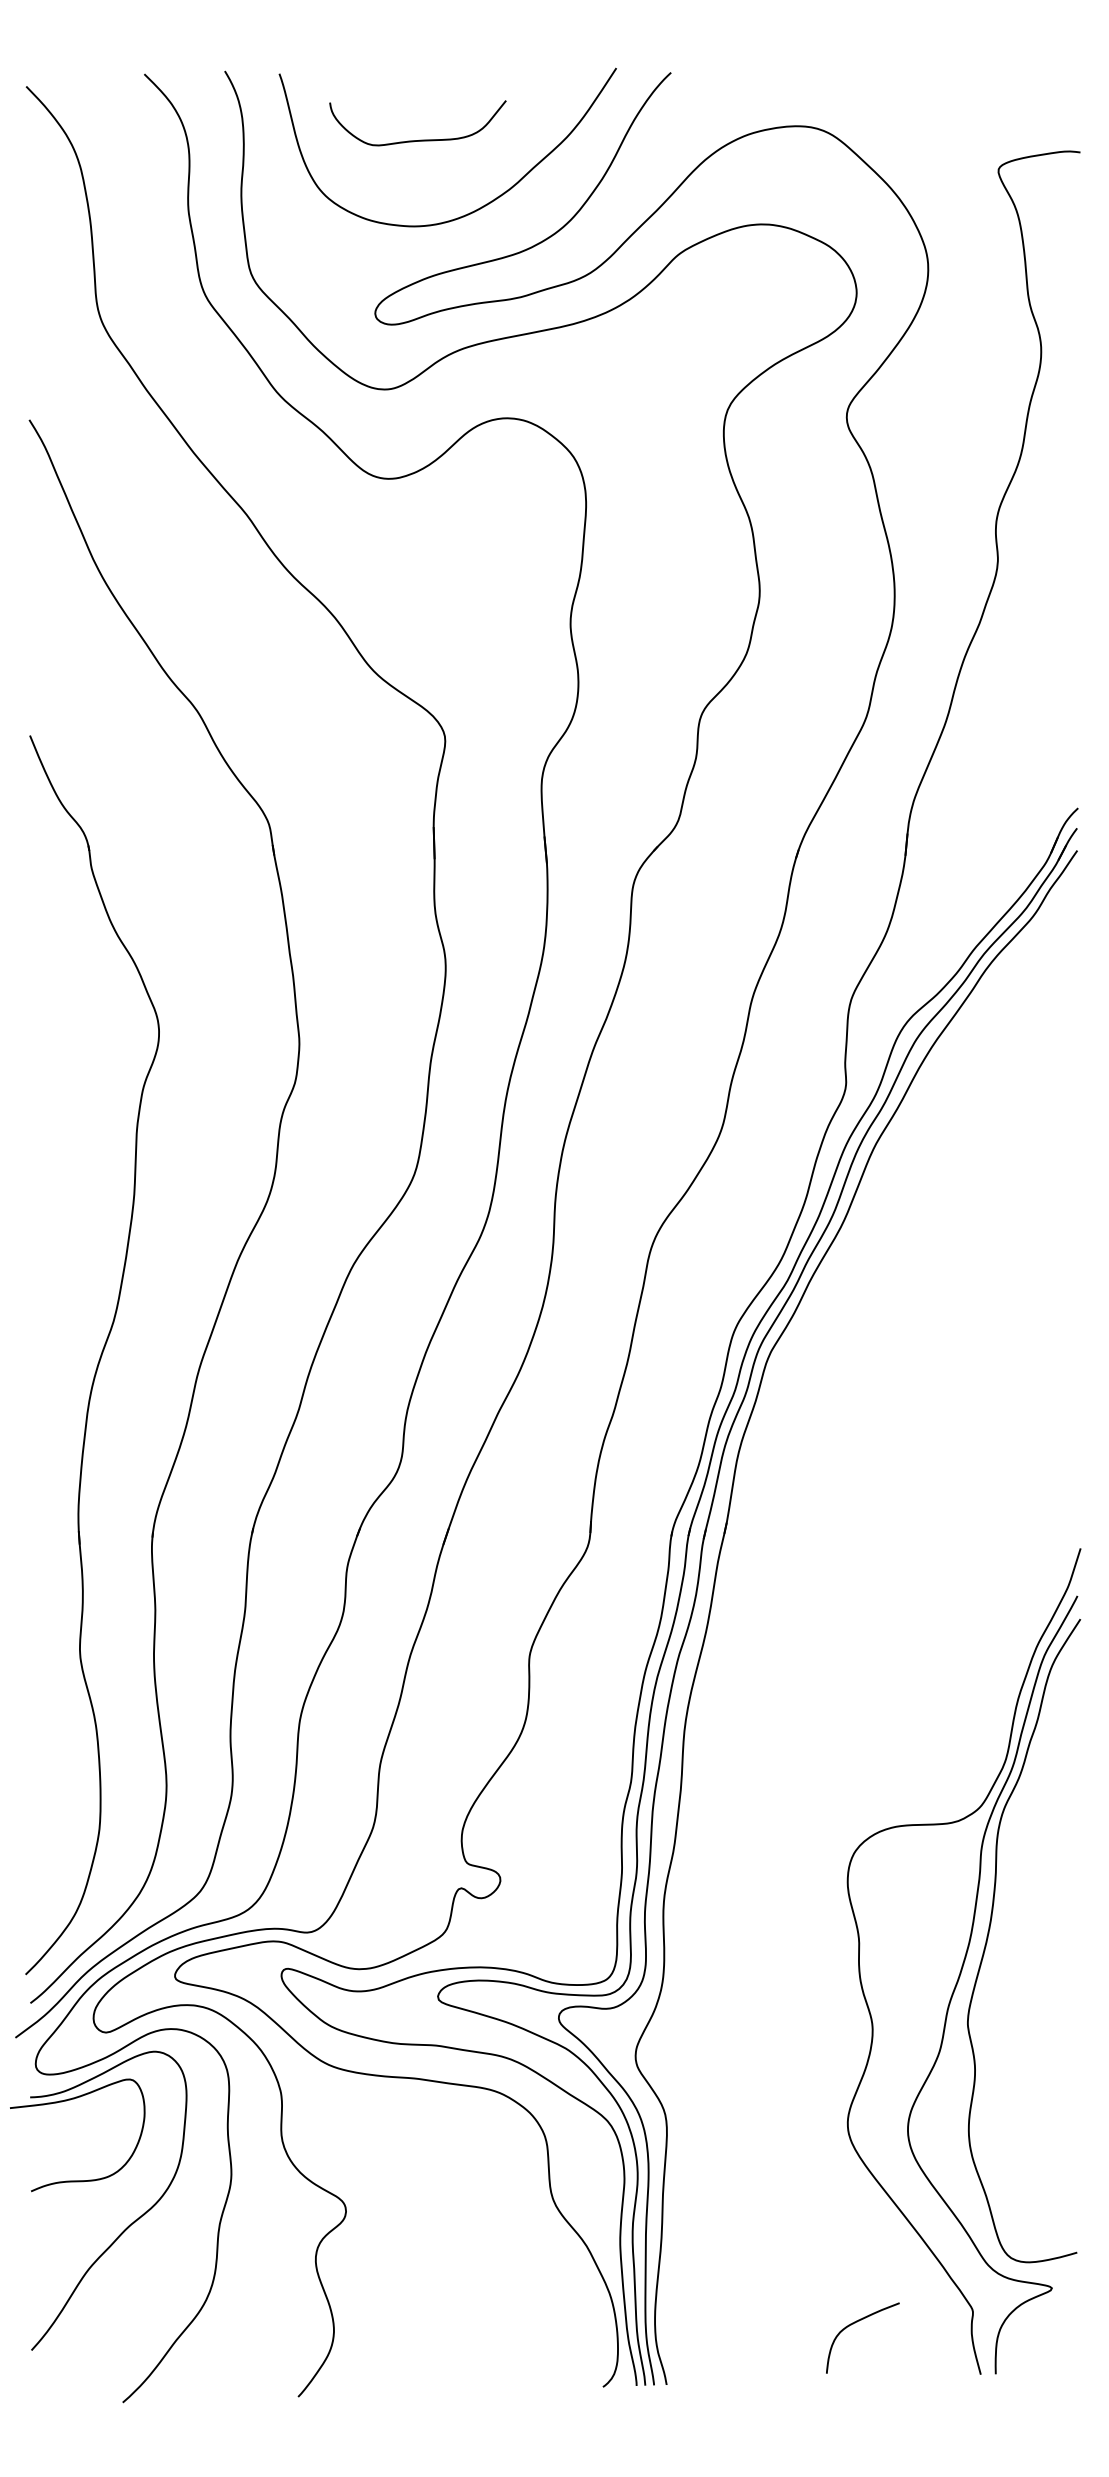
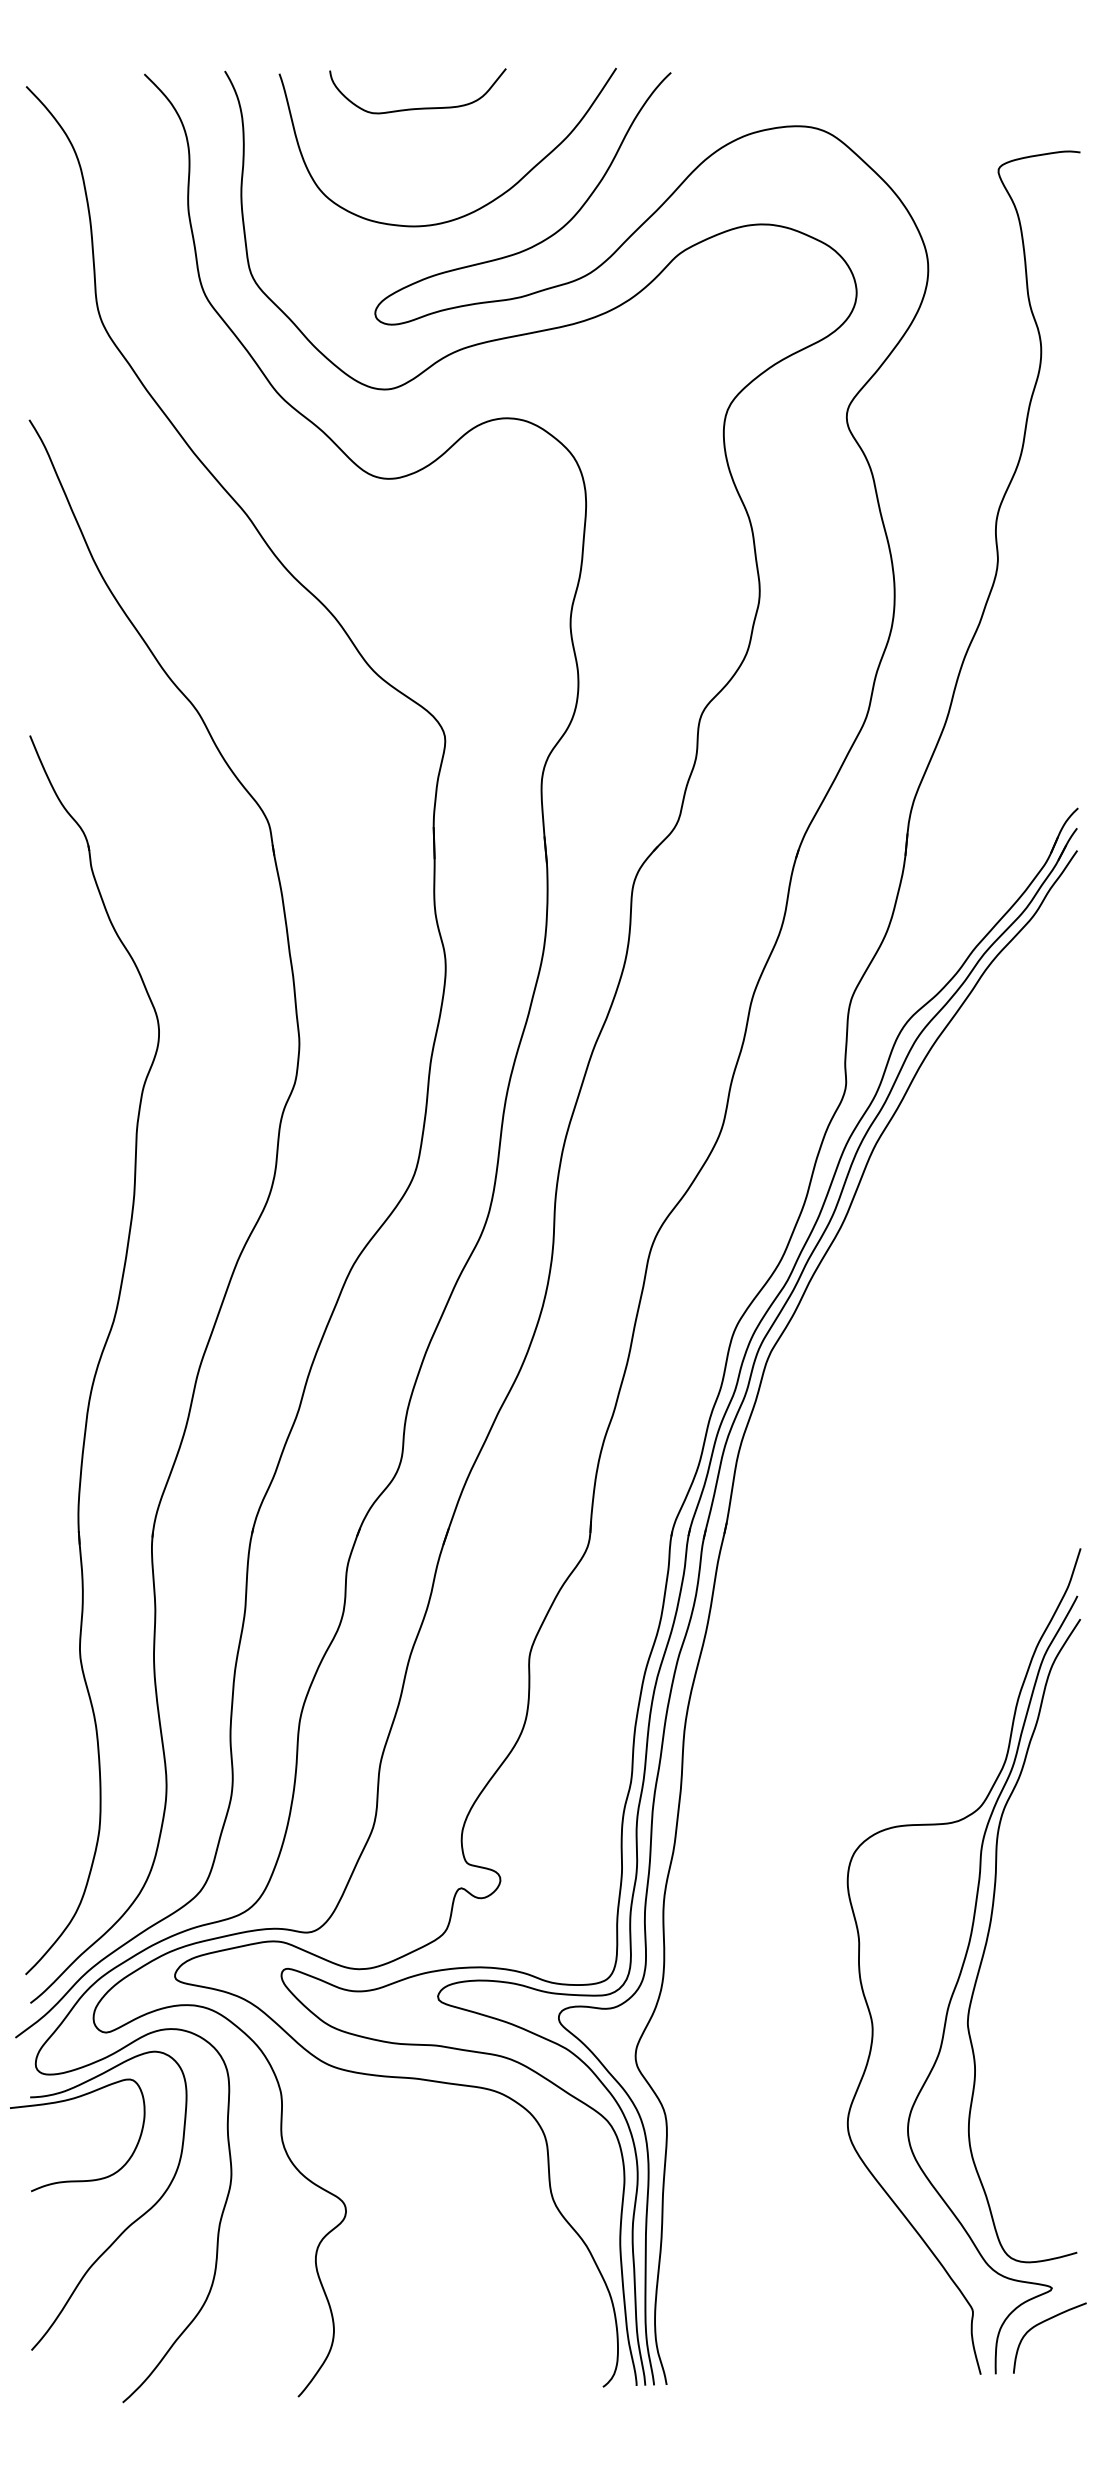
curve at (419, 139) position: (419, 139) -> (419, 107)
curve at (855, 2323) position: (855, 2323) -> (1042, 2323)
